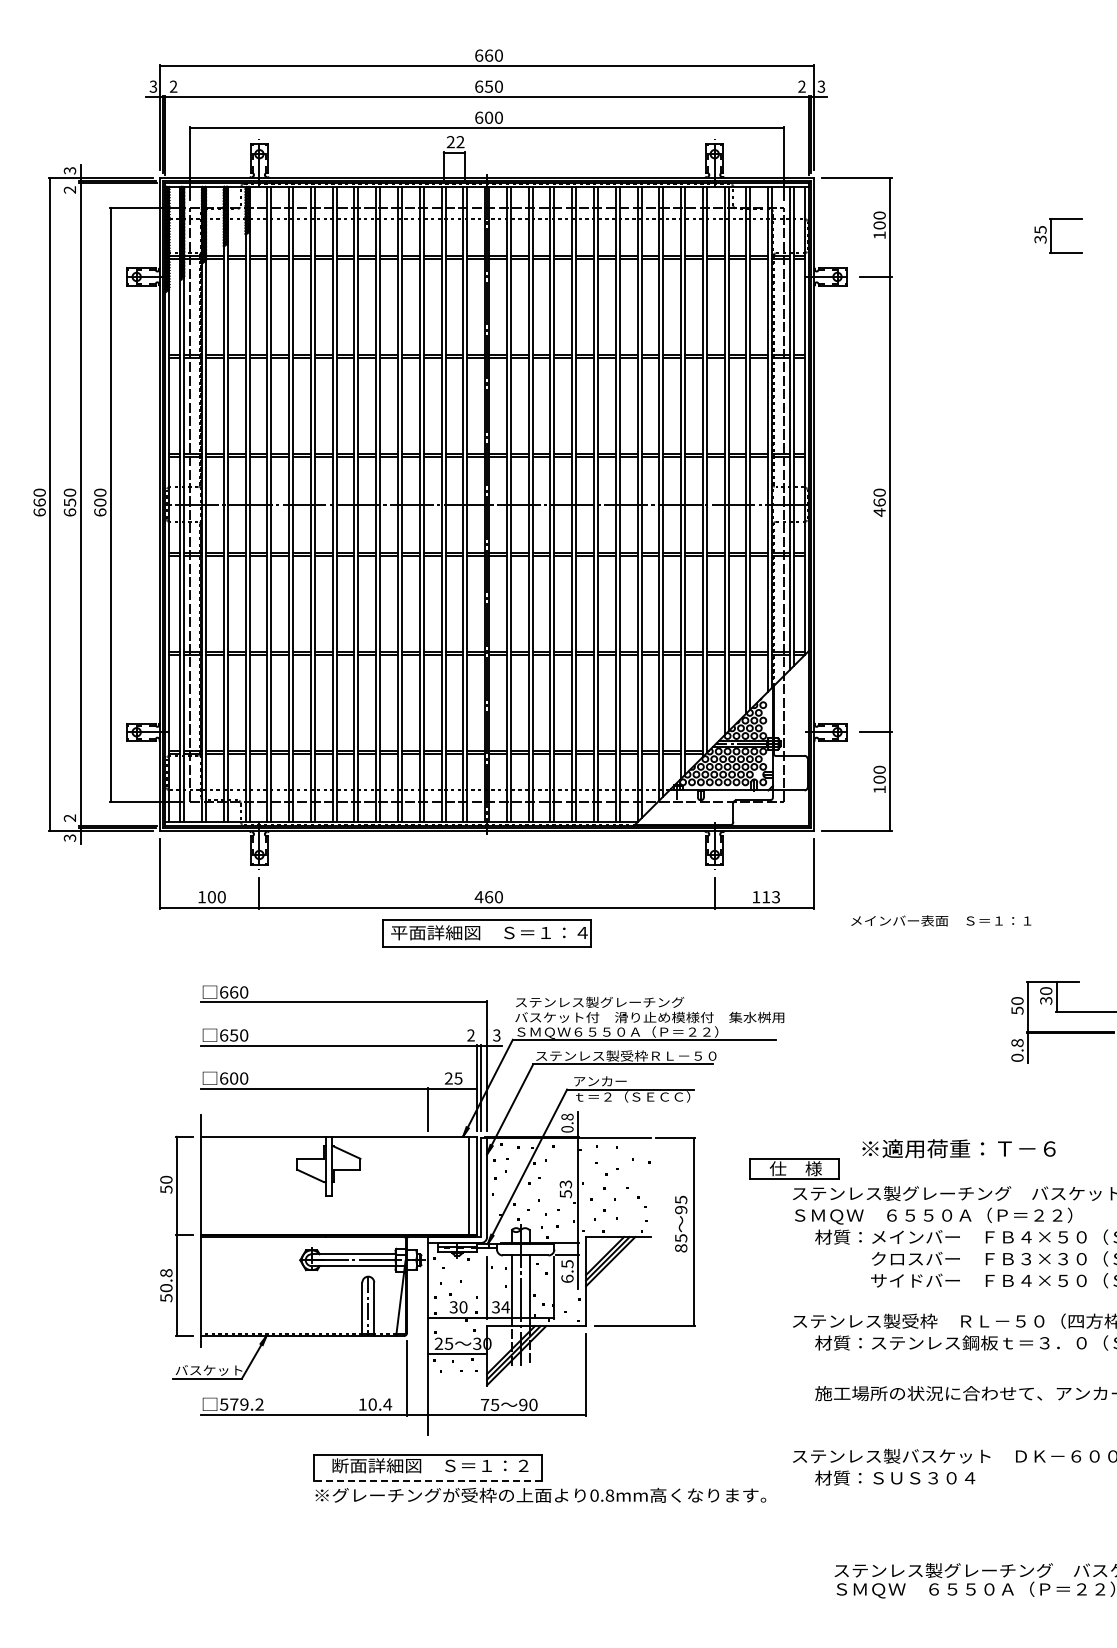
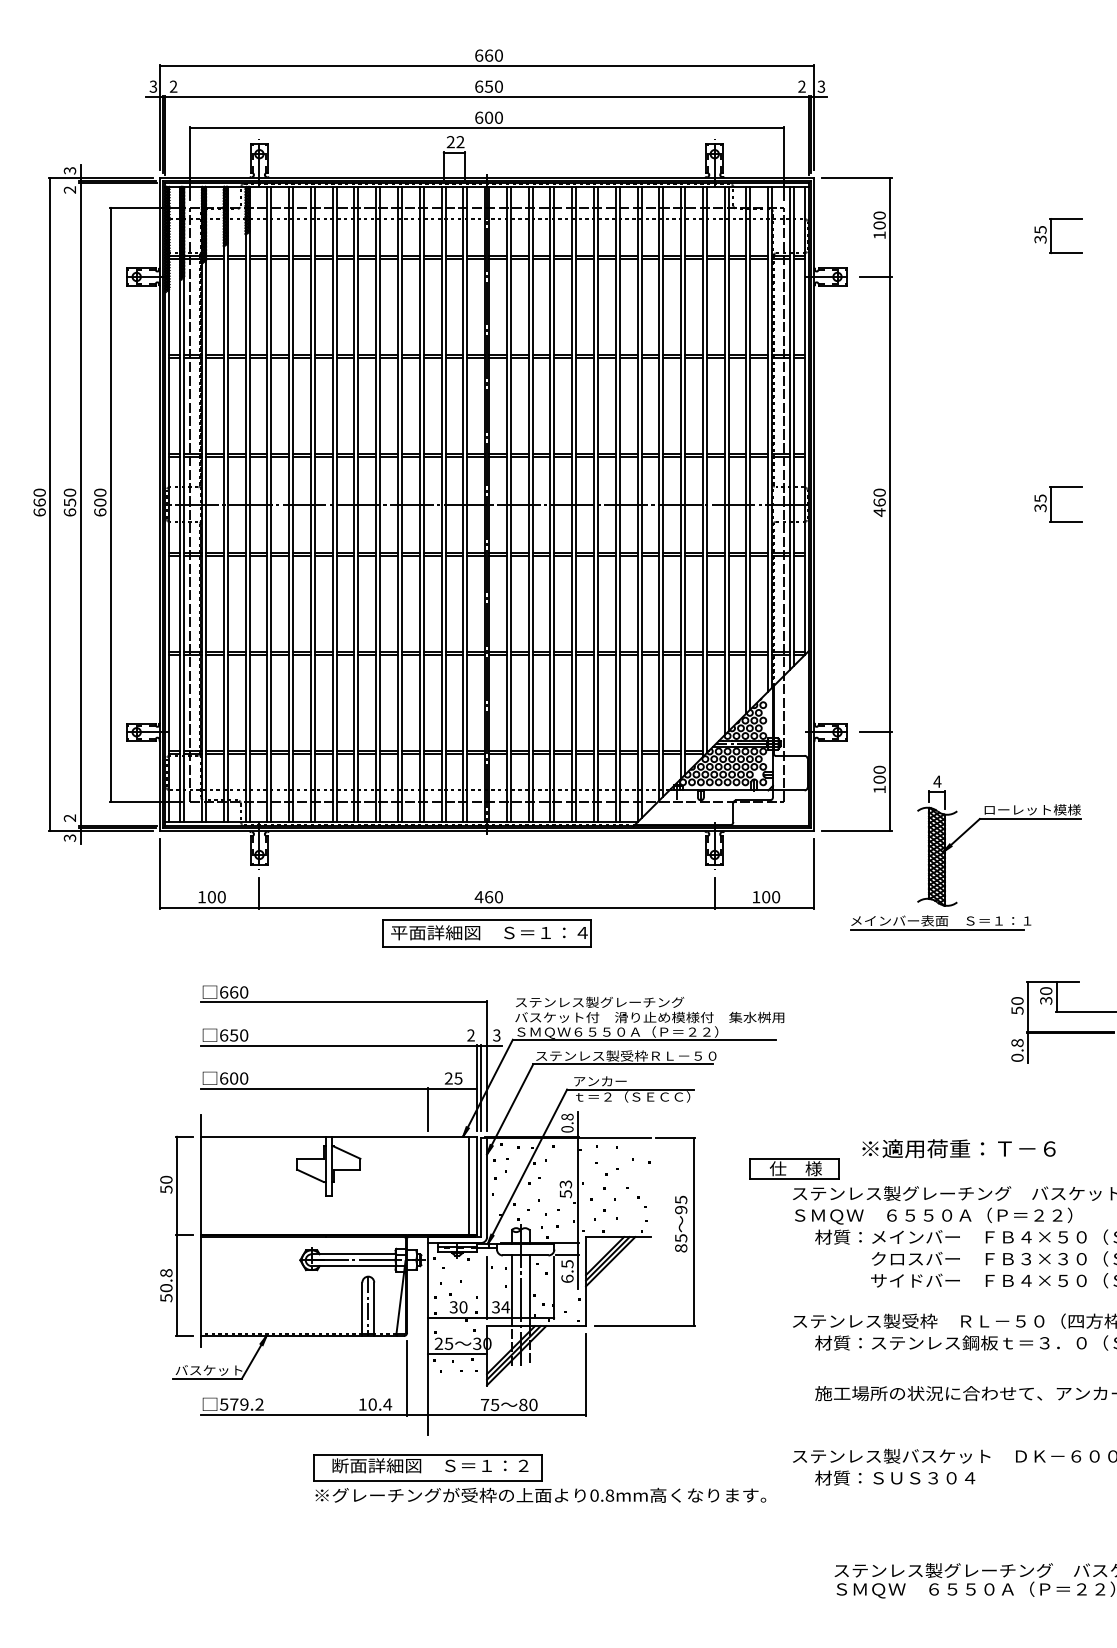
part at (1051, 504): none -> present
part at (999, 819): none -> present
text at (771, 897): 113 -> 100
line at (937, 929): none -> present
text at (523, 1404): 90 -> 80
line at (427, 1480): dashed -> solid
